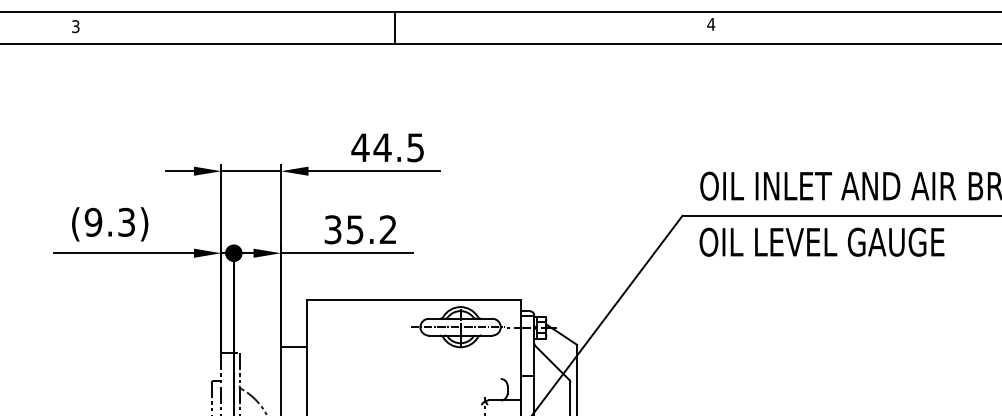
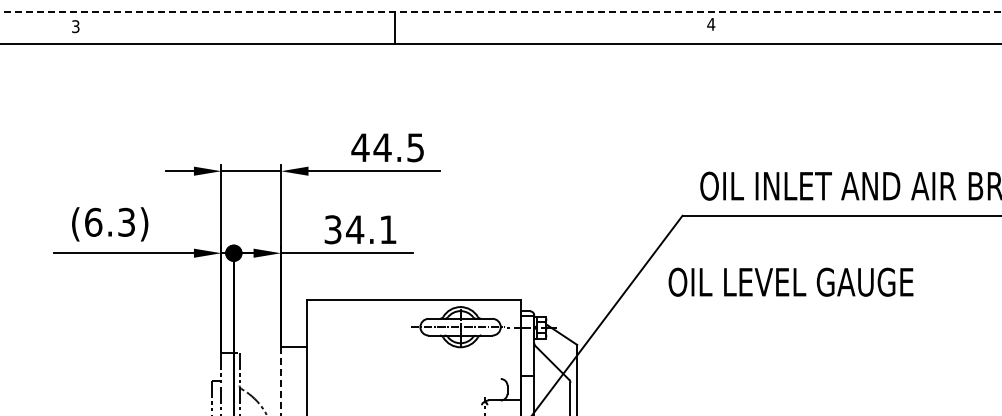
line at (501, 12): solid -> dashed
text at (93, 221): (9.3) -> (6.3)
text at (371, 229): 35.2 -> 34.1
text at (821, 241) position: (821, 241) -> (790, 281)
line at (281, 381): solid -> dashed
